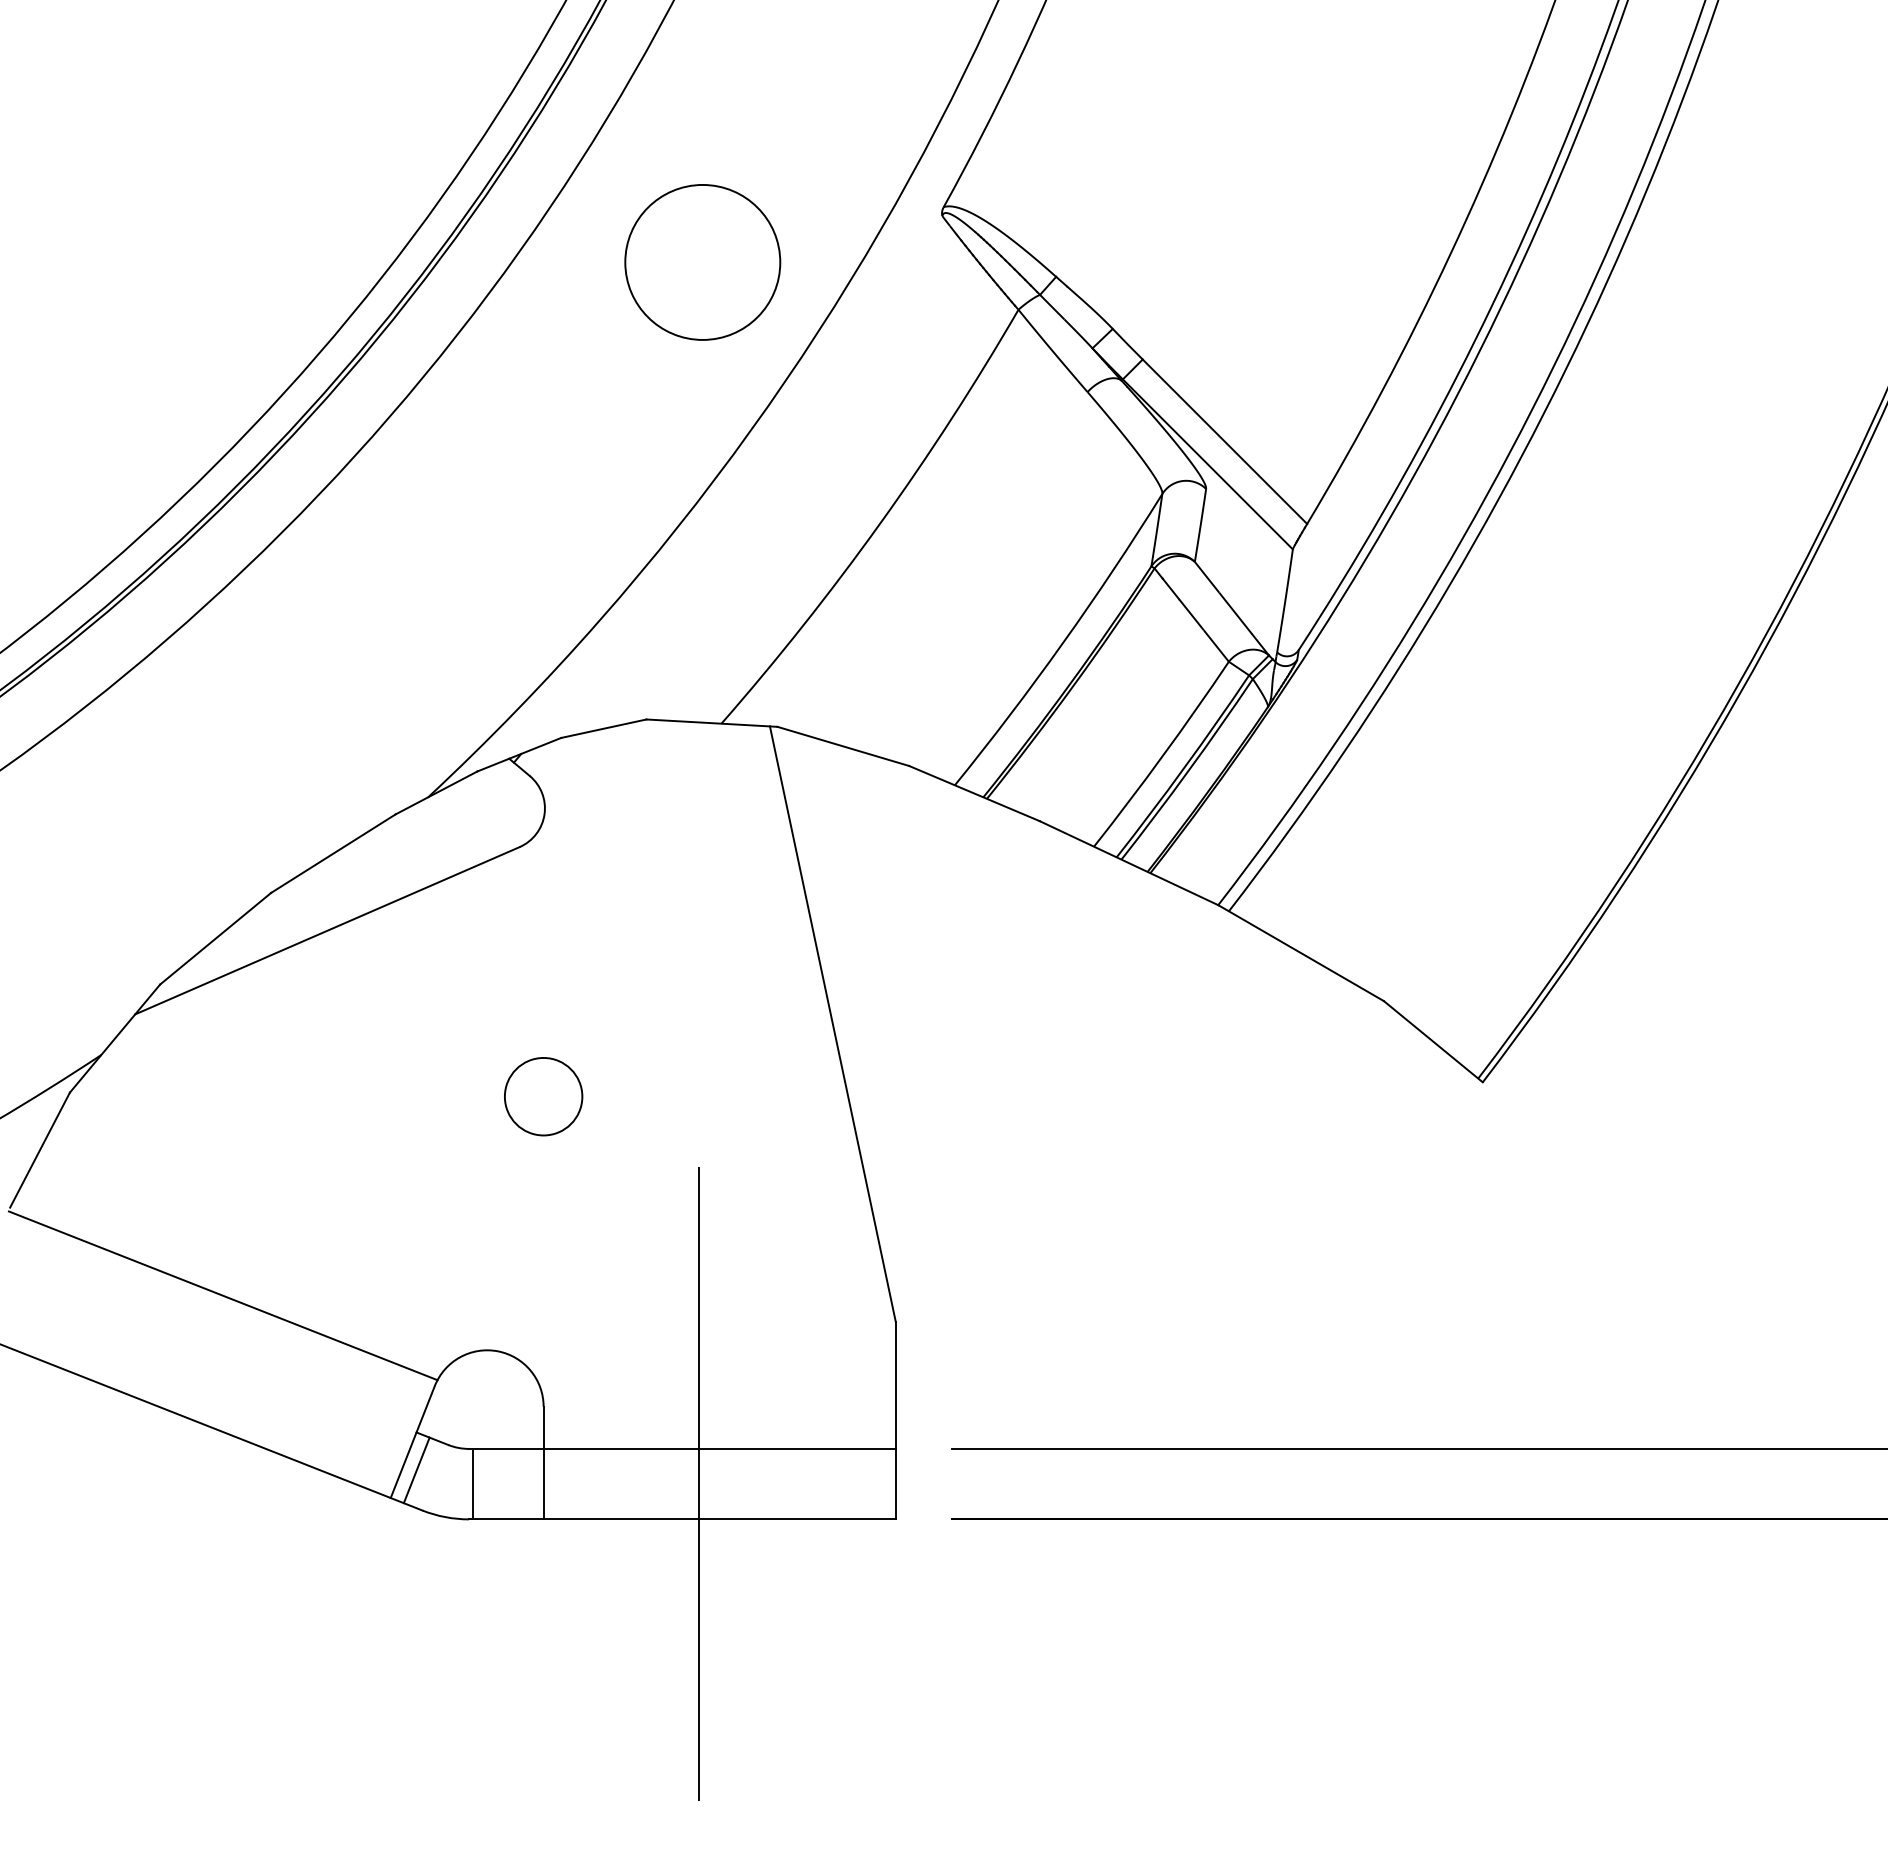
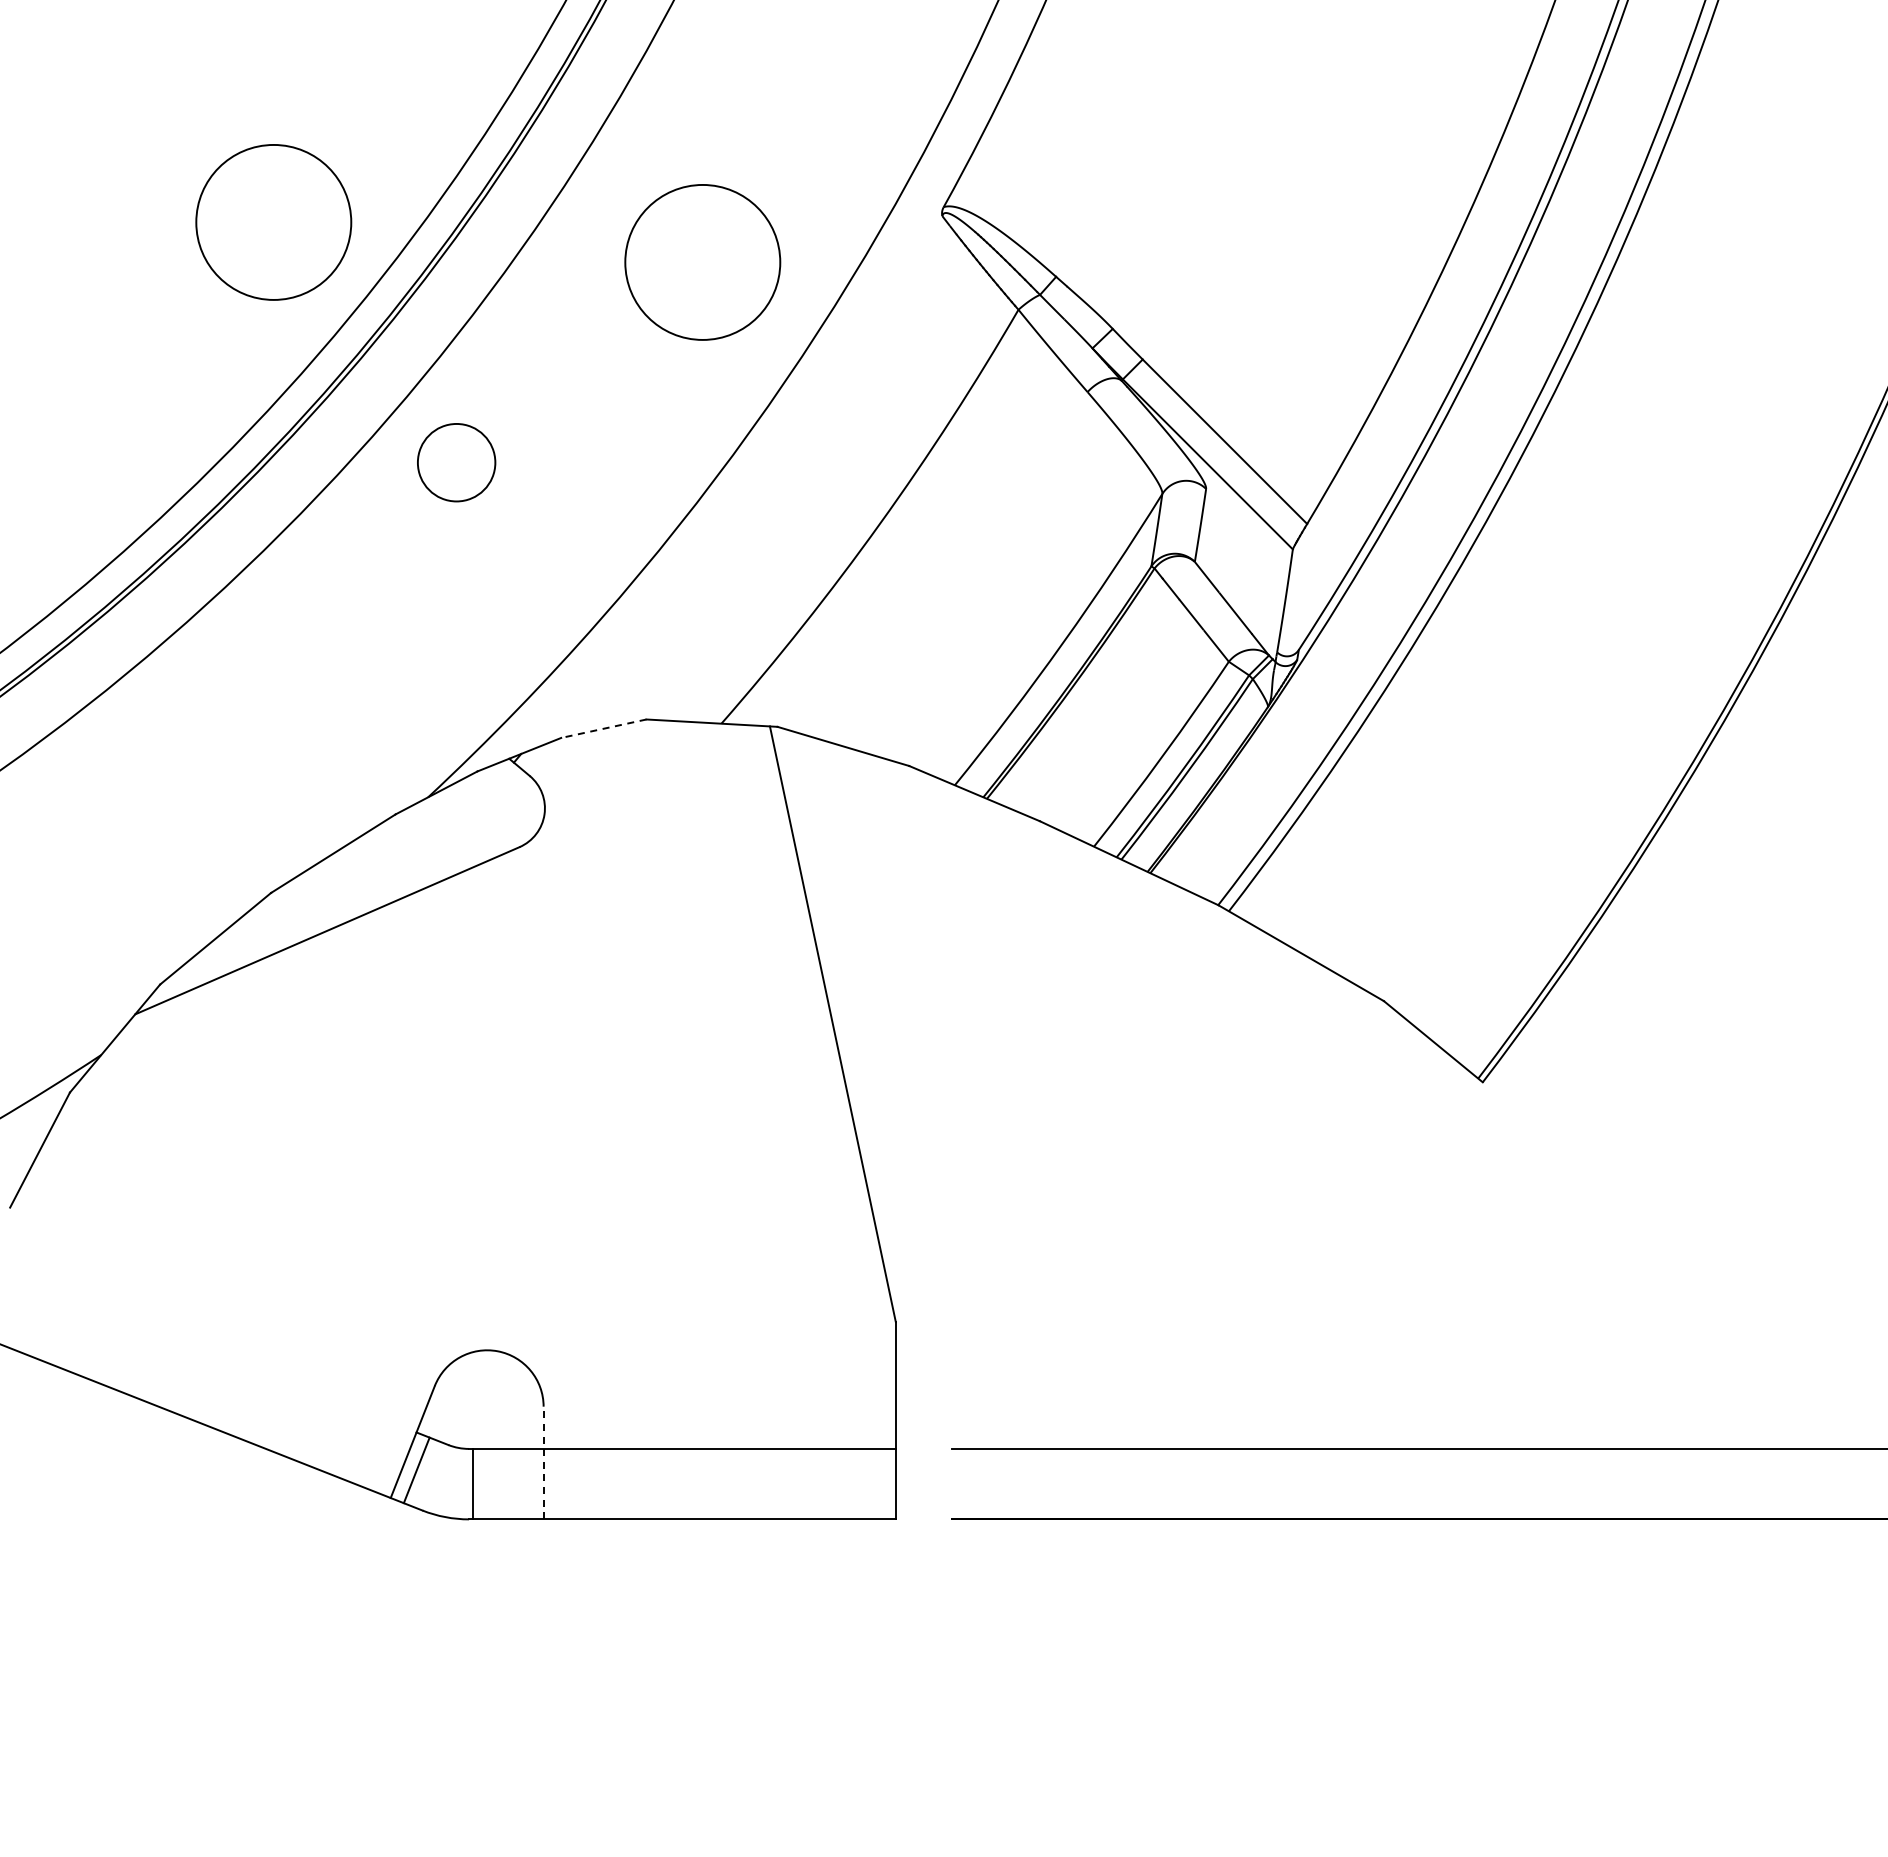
circle at (273, 222): none -> present
line at (603, 728): solid -> dashed
circle at (543, 1096) position: (543, 1096) -> (456, 462)
line at (222, 1295): present -> none
line at (543, 1462): solid -> dashed
line at (698, 1484): present -> none
